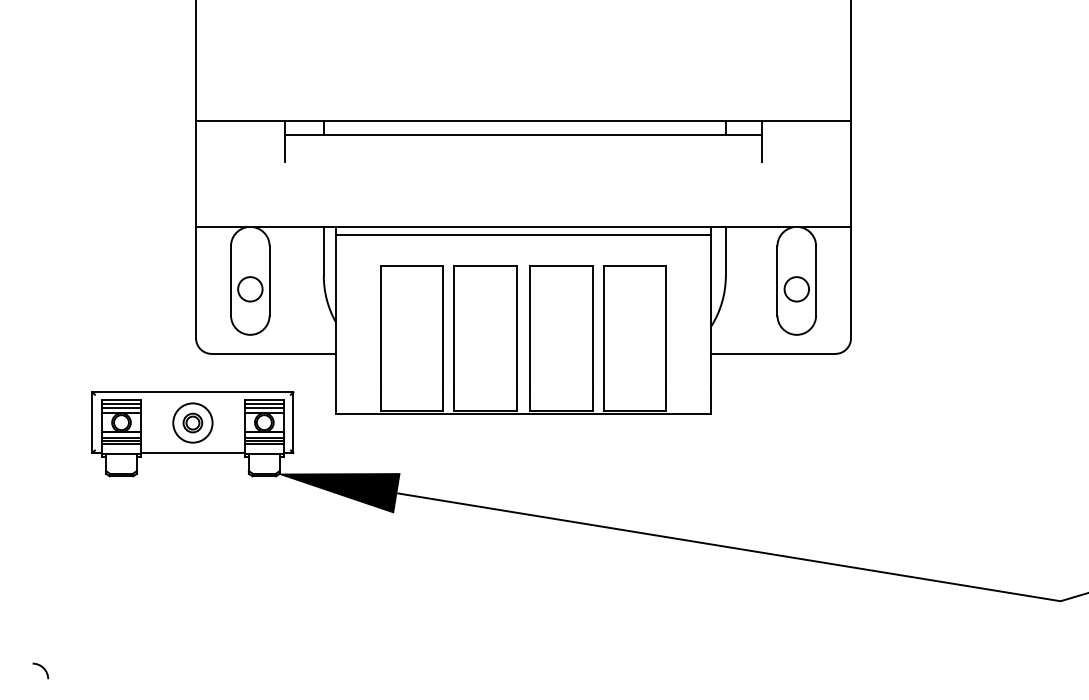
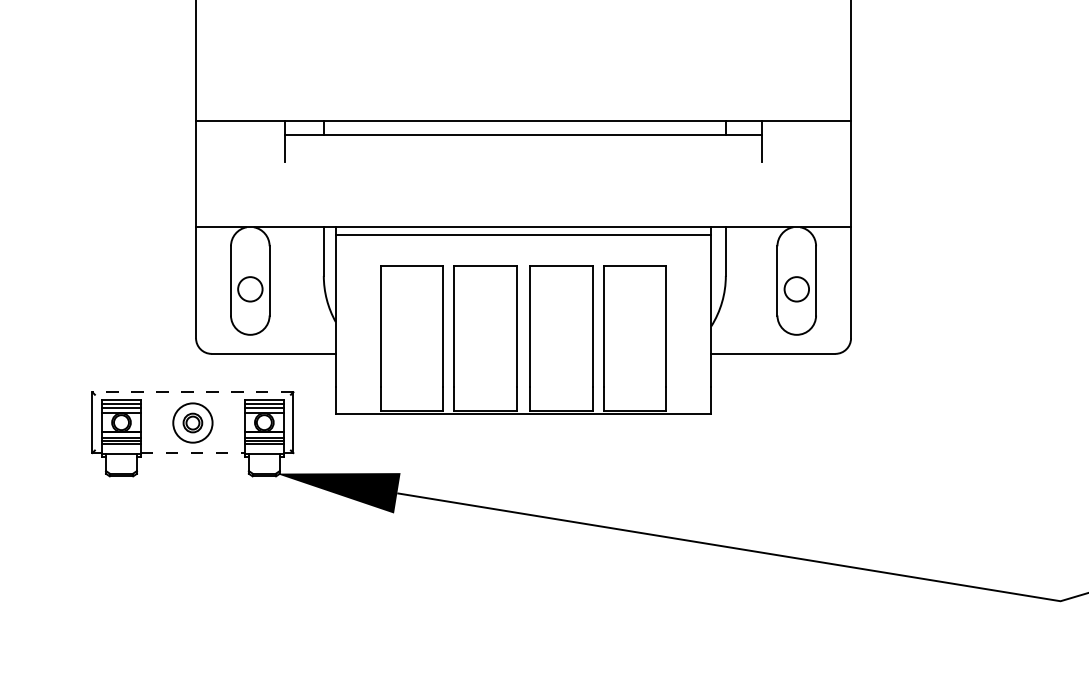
line at (192, 392): solid -> dashed
line at (192, 453): solid -> dashed
arc at (42, 668): present -> none
